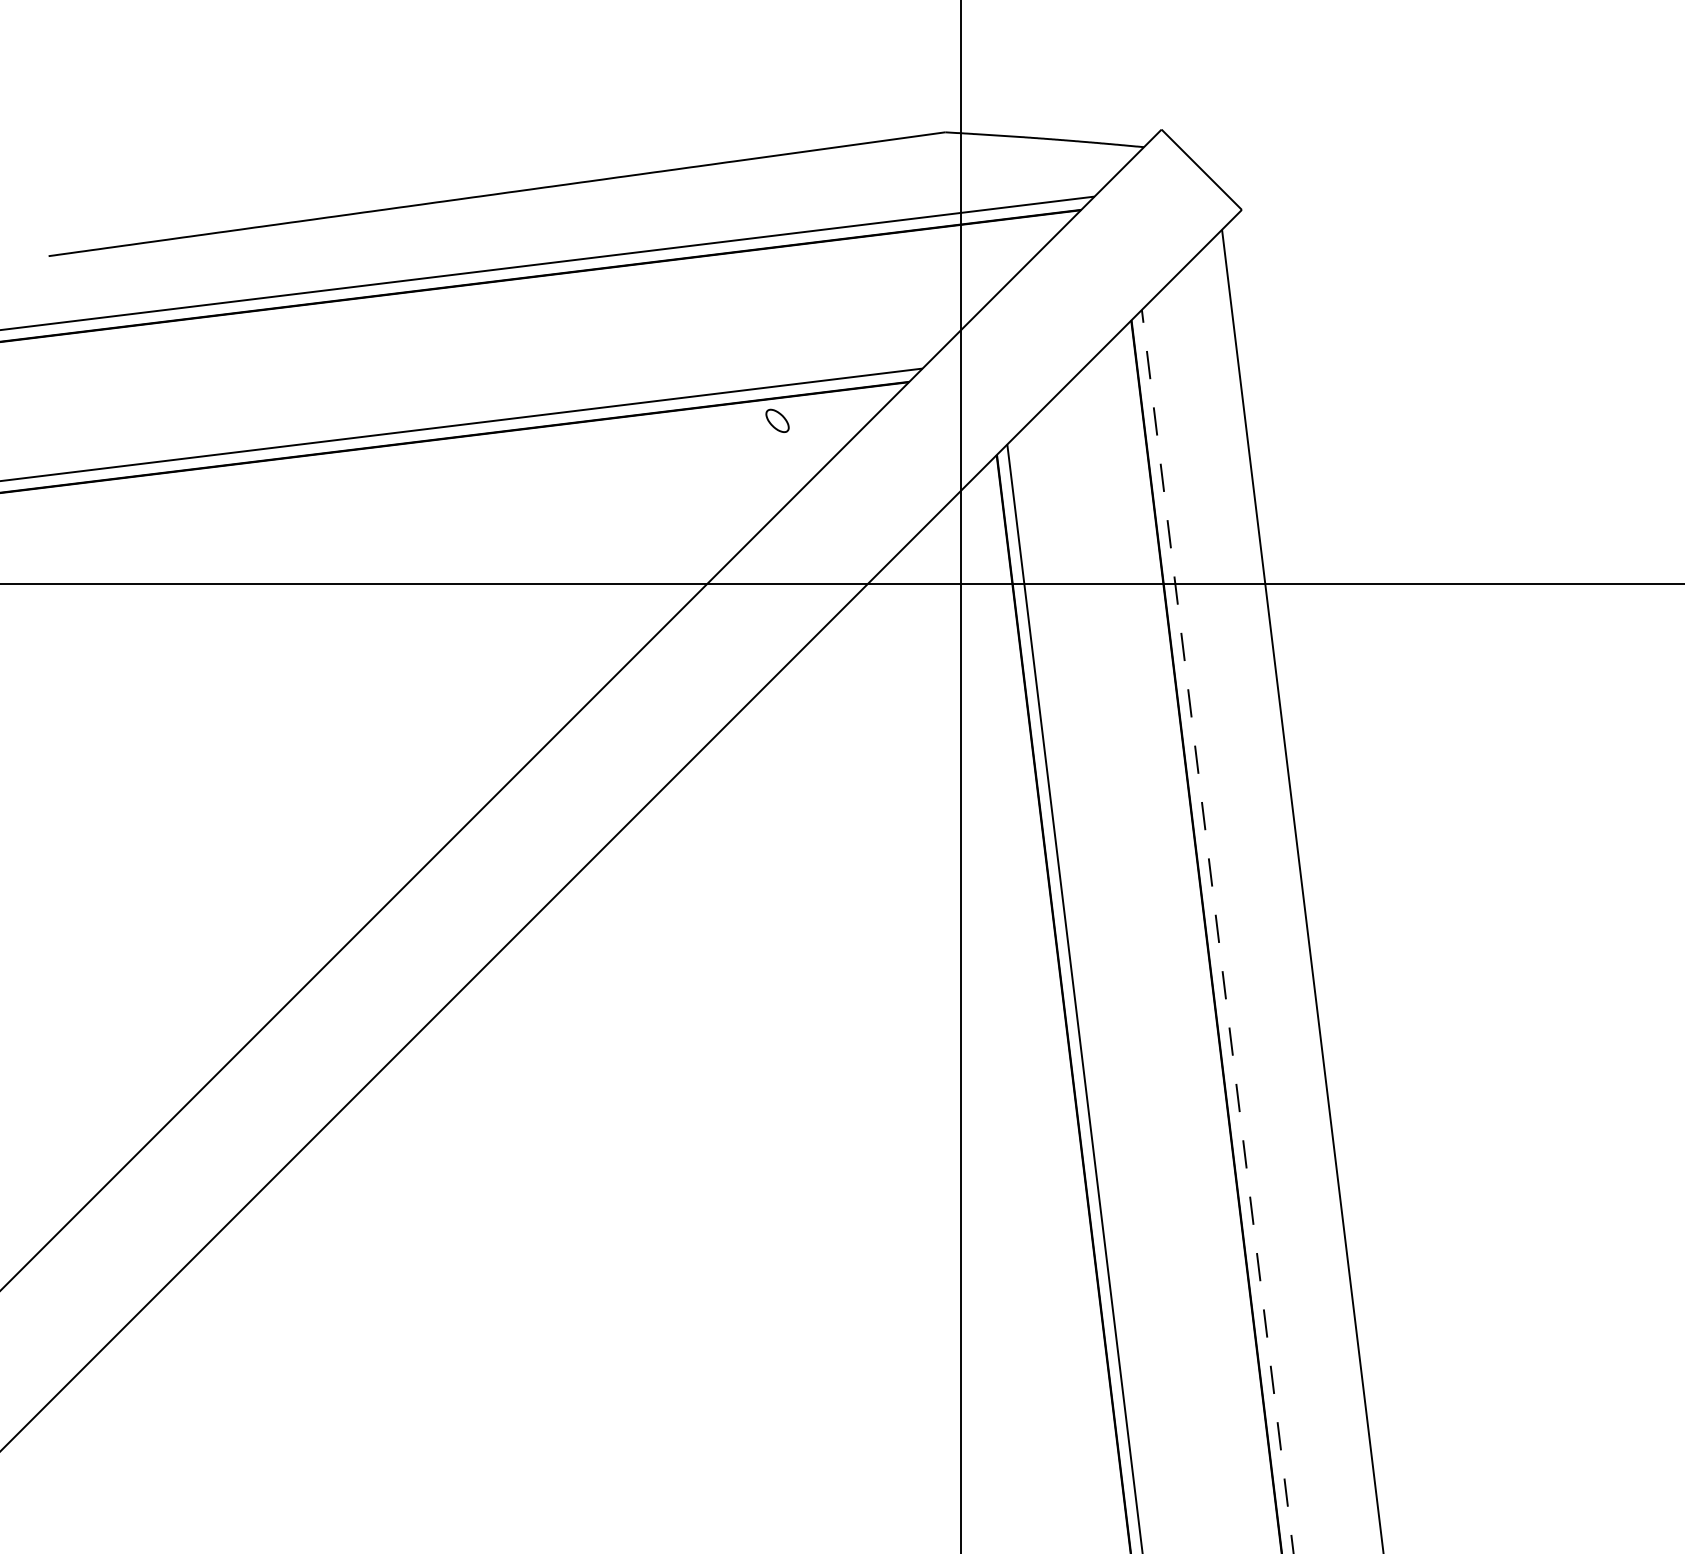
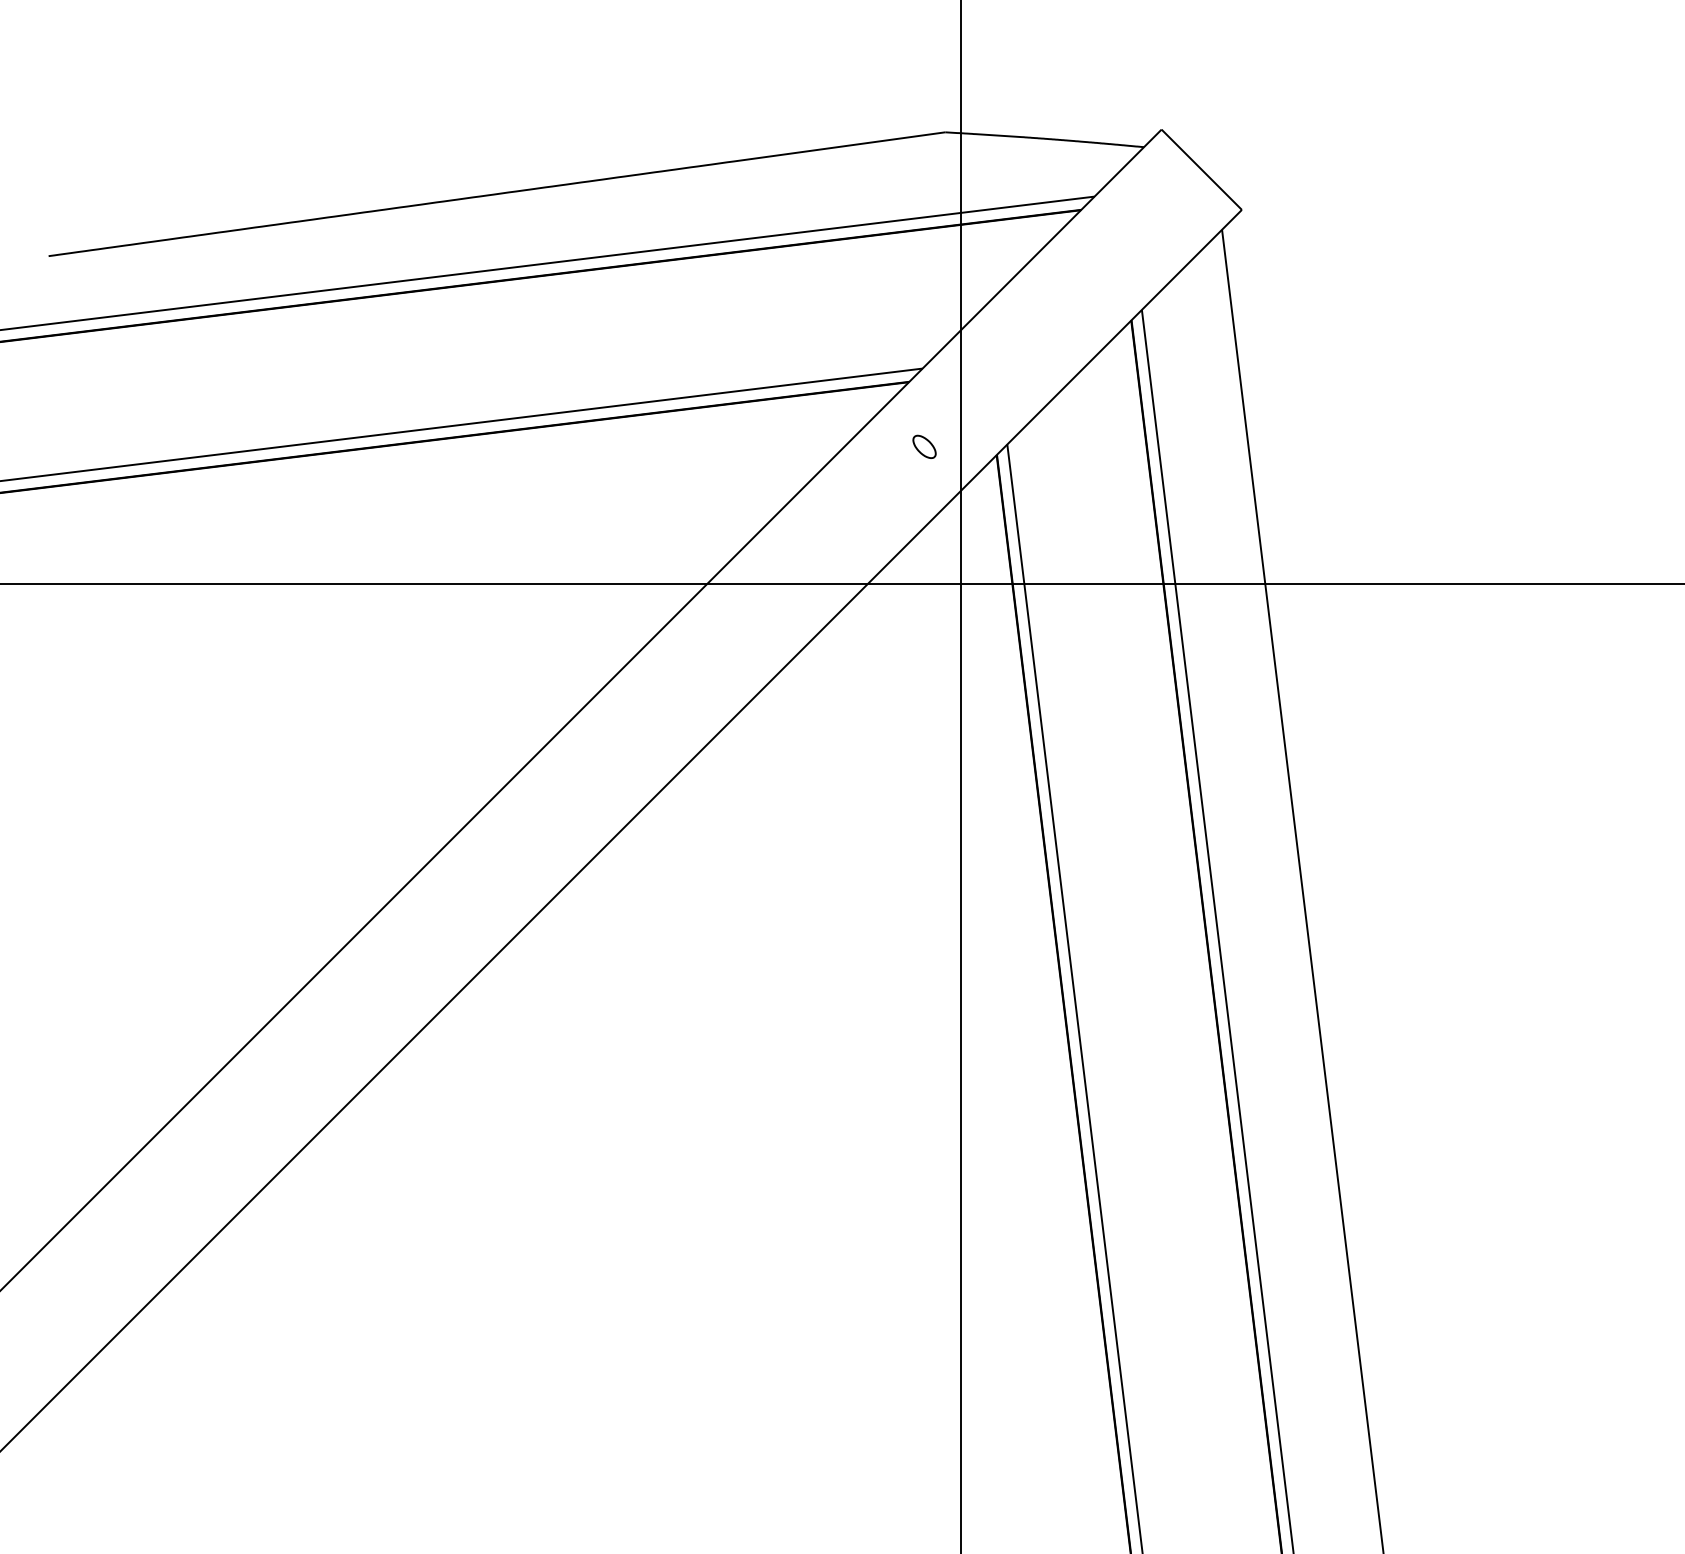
part at (777, 420) position: (777, 420) -> (924, 446)
line at (1217, 931): dashed -> solid
